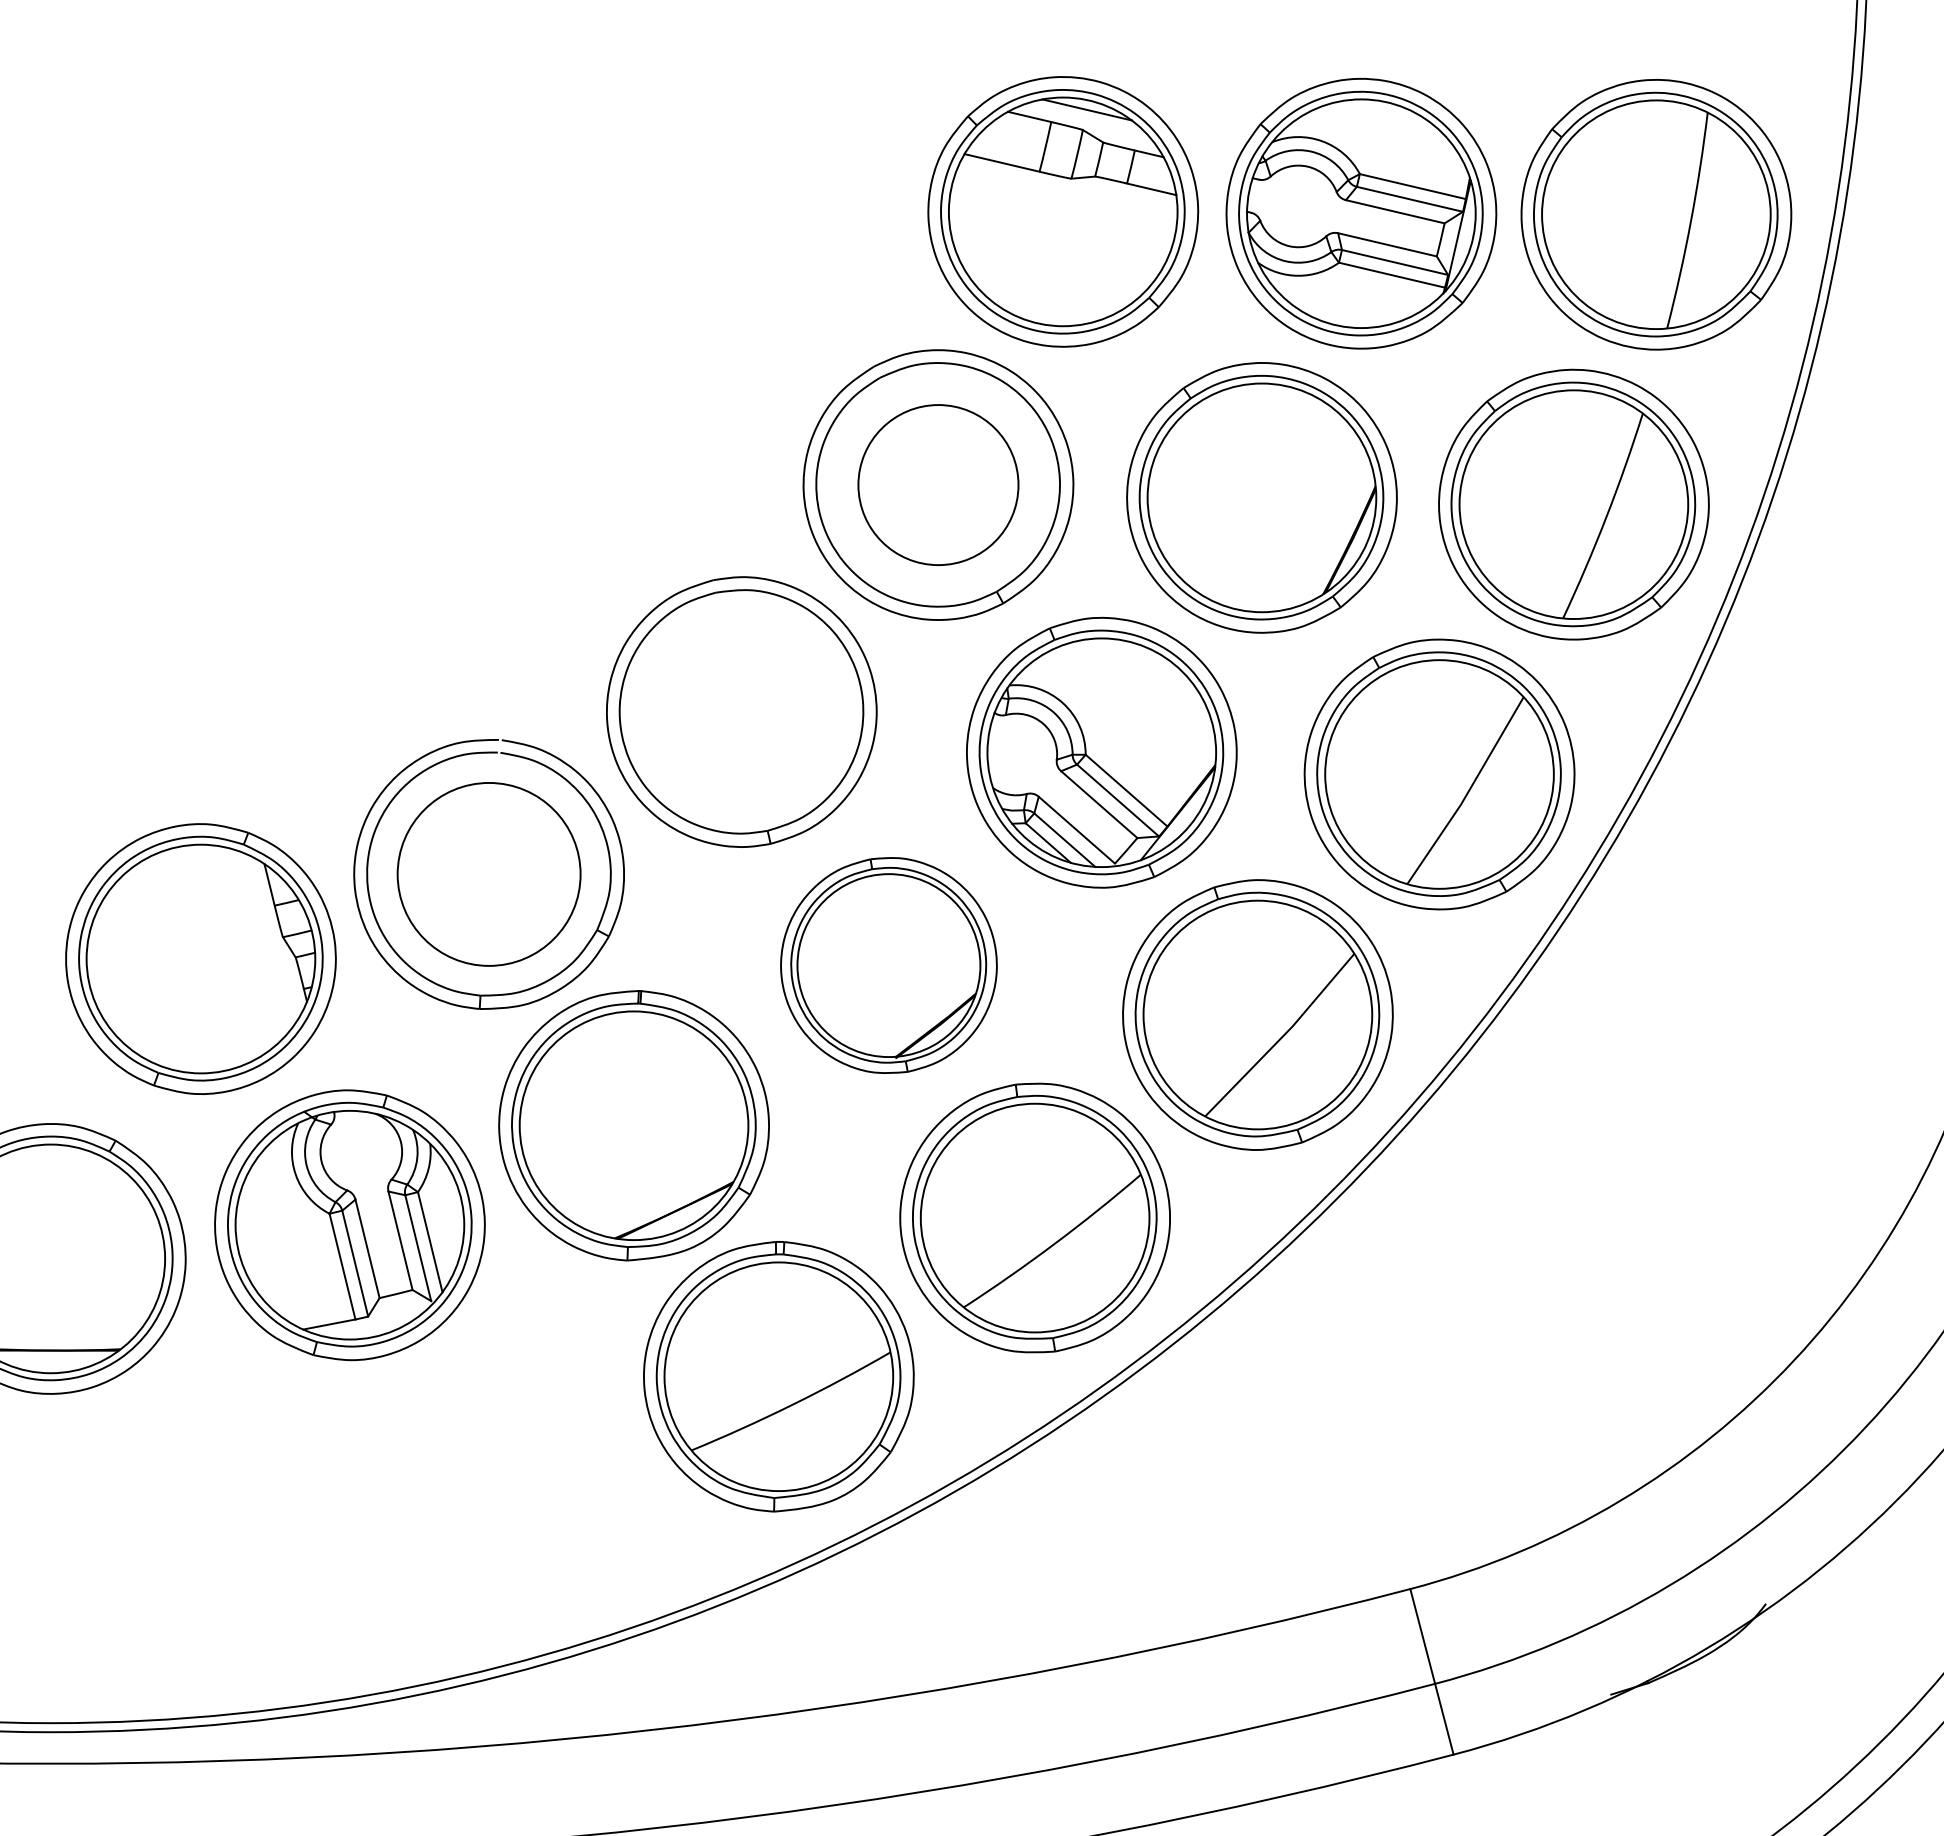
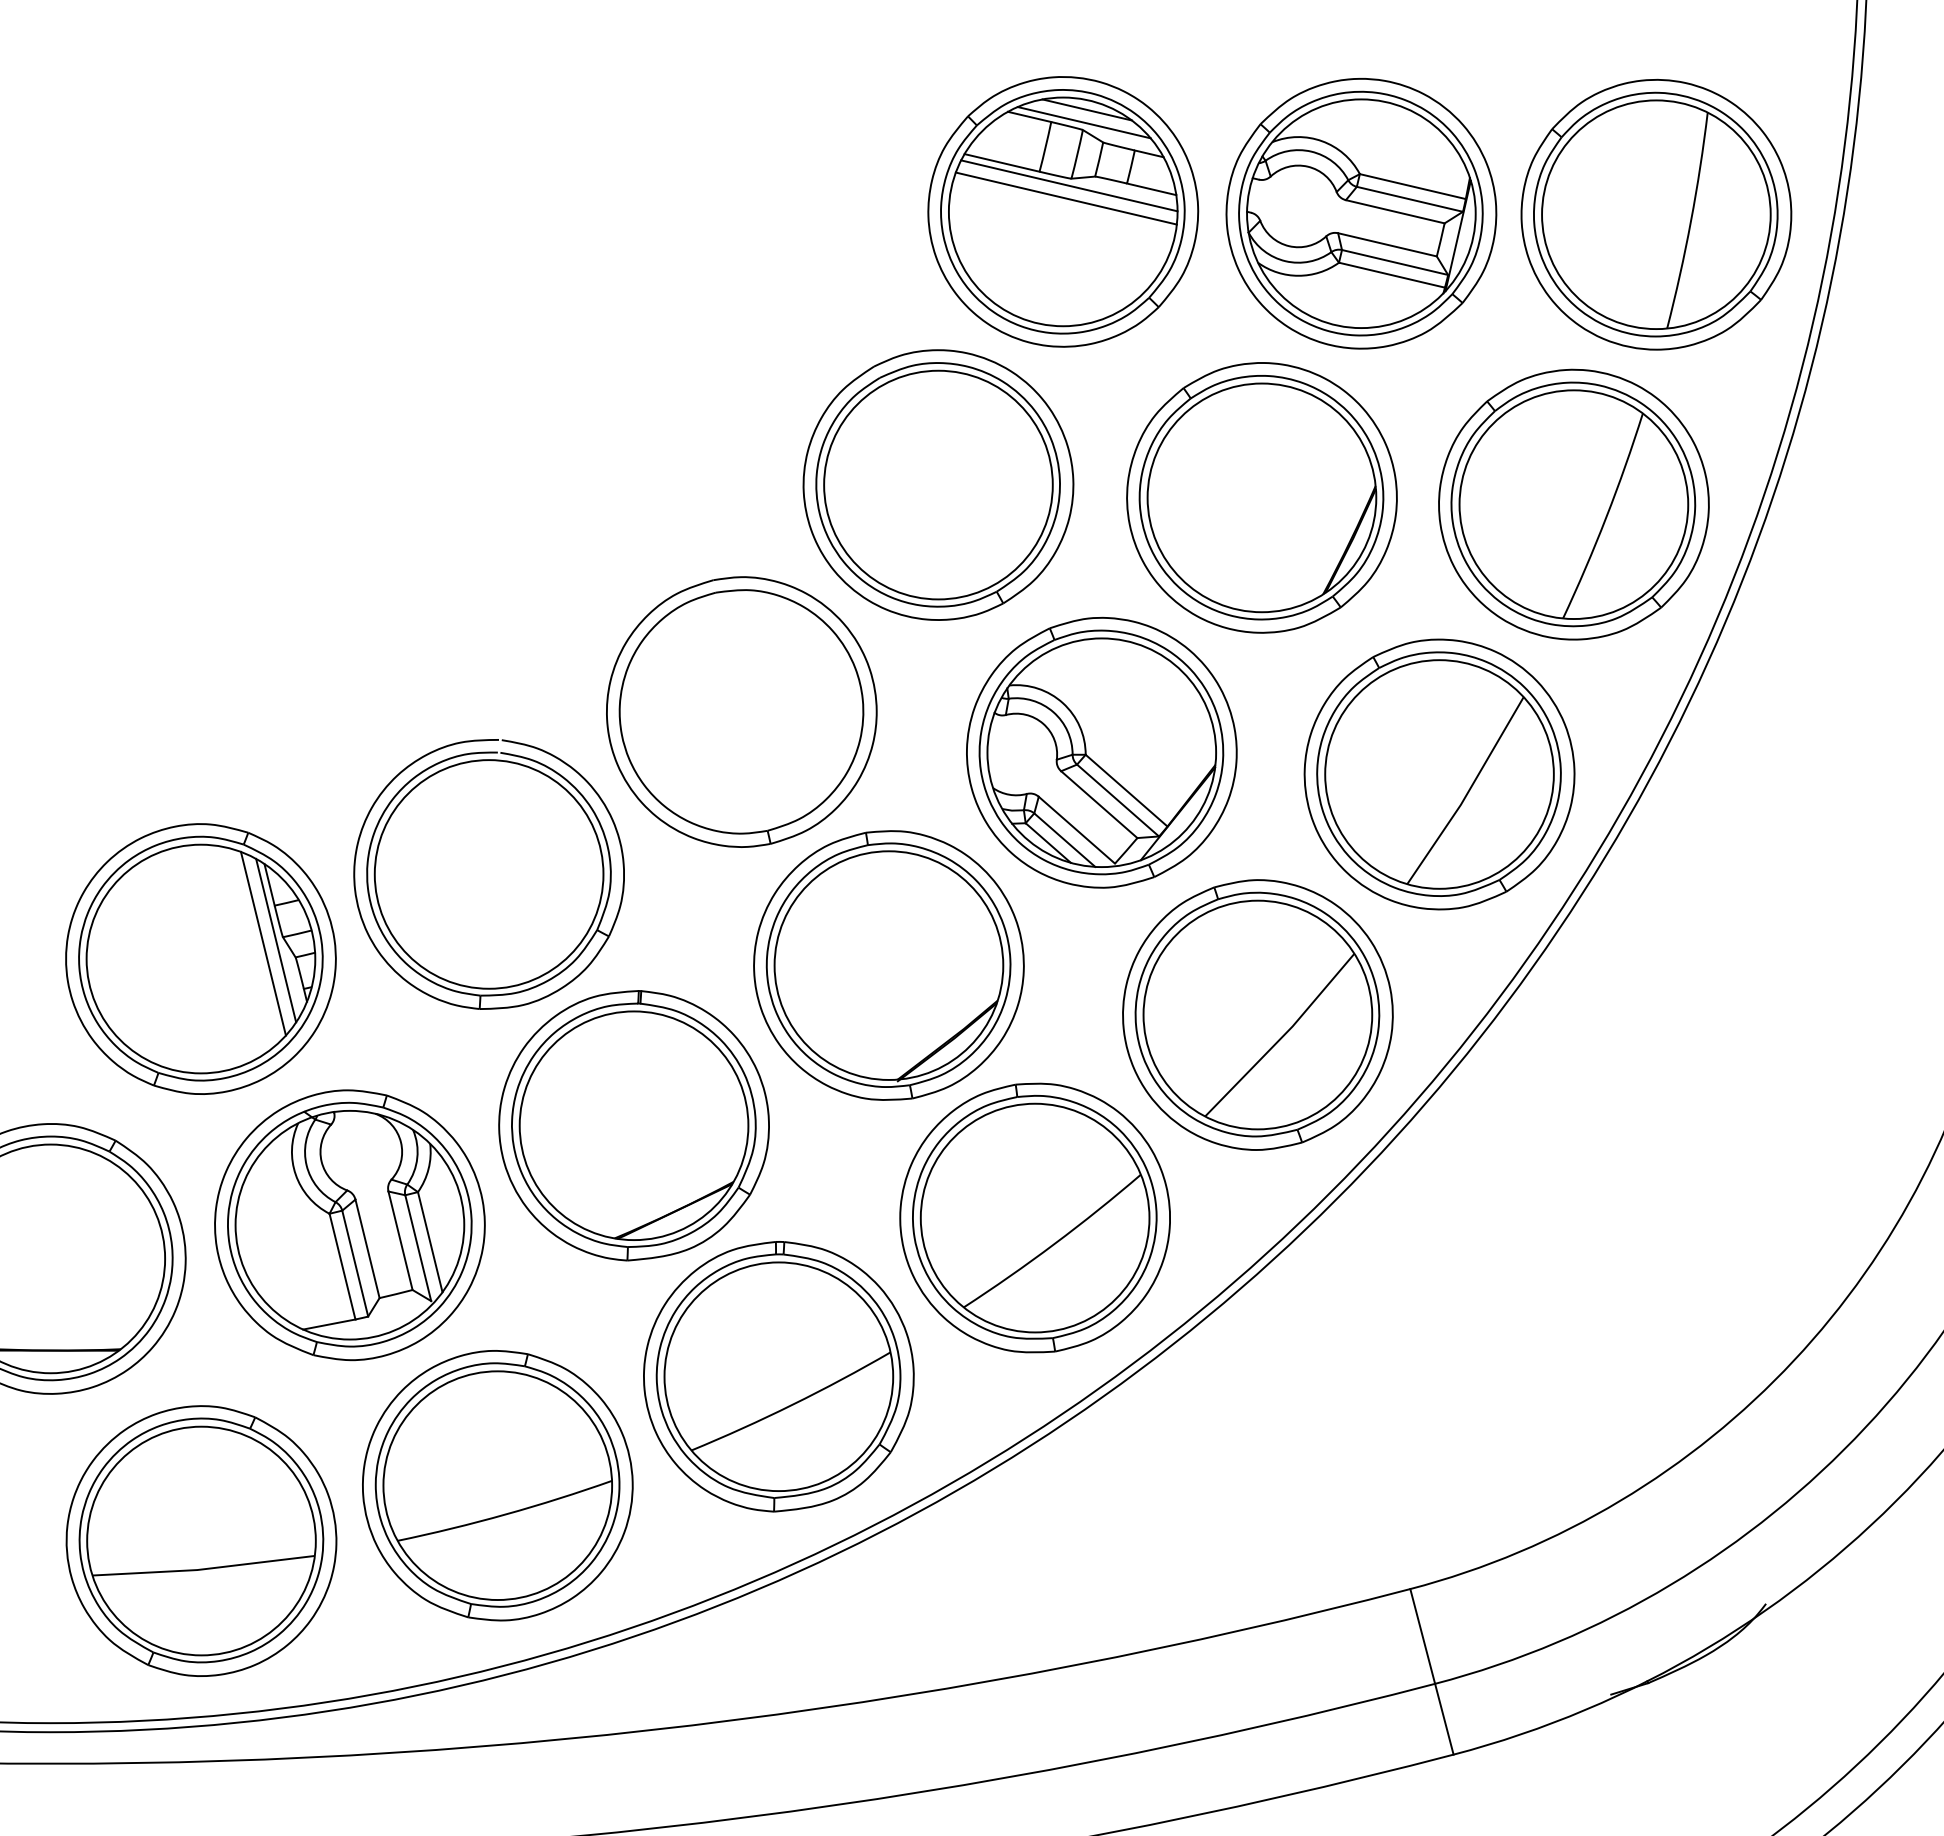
line at (1083, 122): none -> present
line at (1069, 185): none -> present
line at (1065, 198): none -> present
circle at (938, 485) diameter: 160 px -> 229 px
circle at (488, 873) diameter: 183 px -> 229 px
line at (276, 940): none -> present
line at (262, 943): none -> present
part at (888, 965) size: 218x217 px -> 272x271 px
part at (497, 1485): none -> present
part at (201, 1540): none -> present
